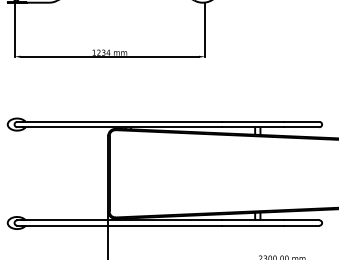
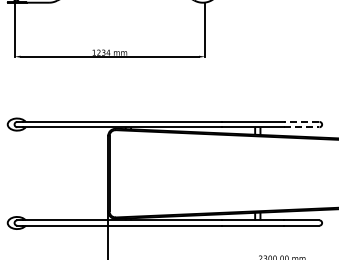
line at (301, 121): solid -> dashed
line at (301, 127): solid -> dashed
